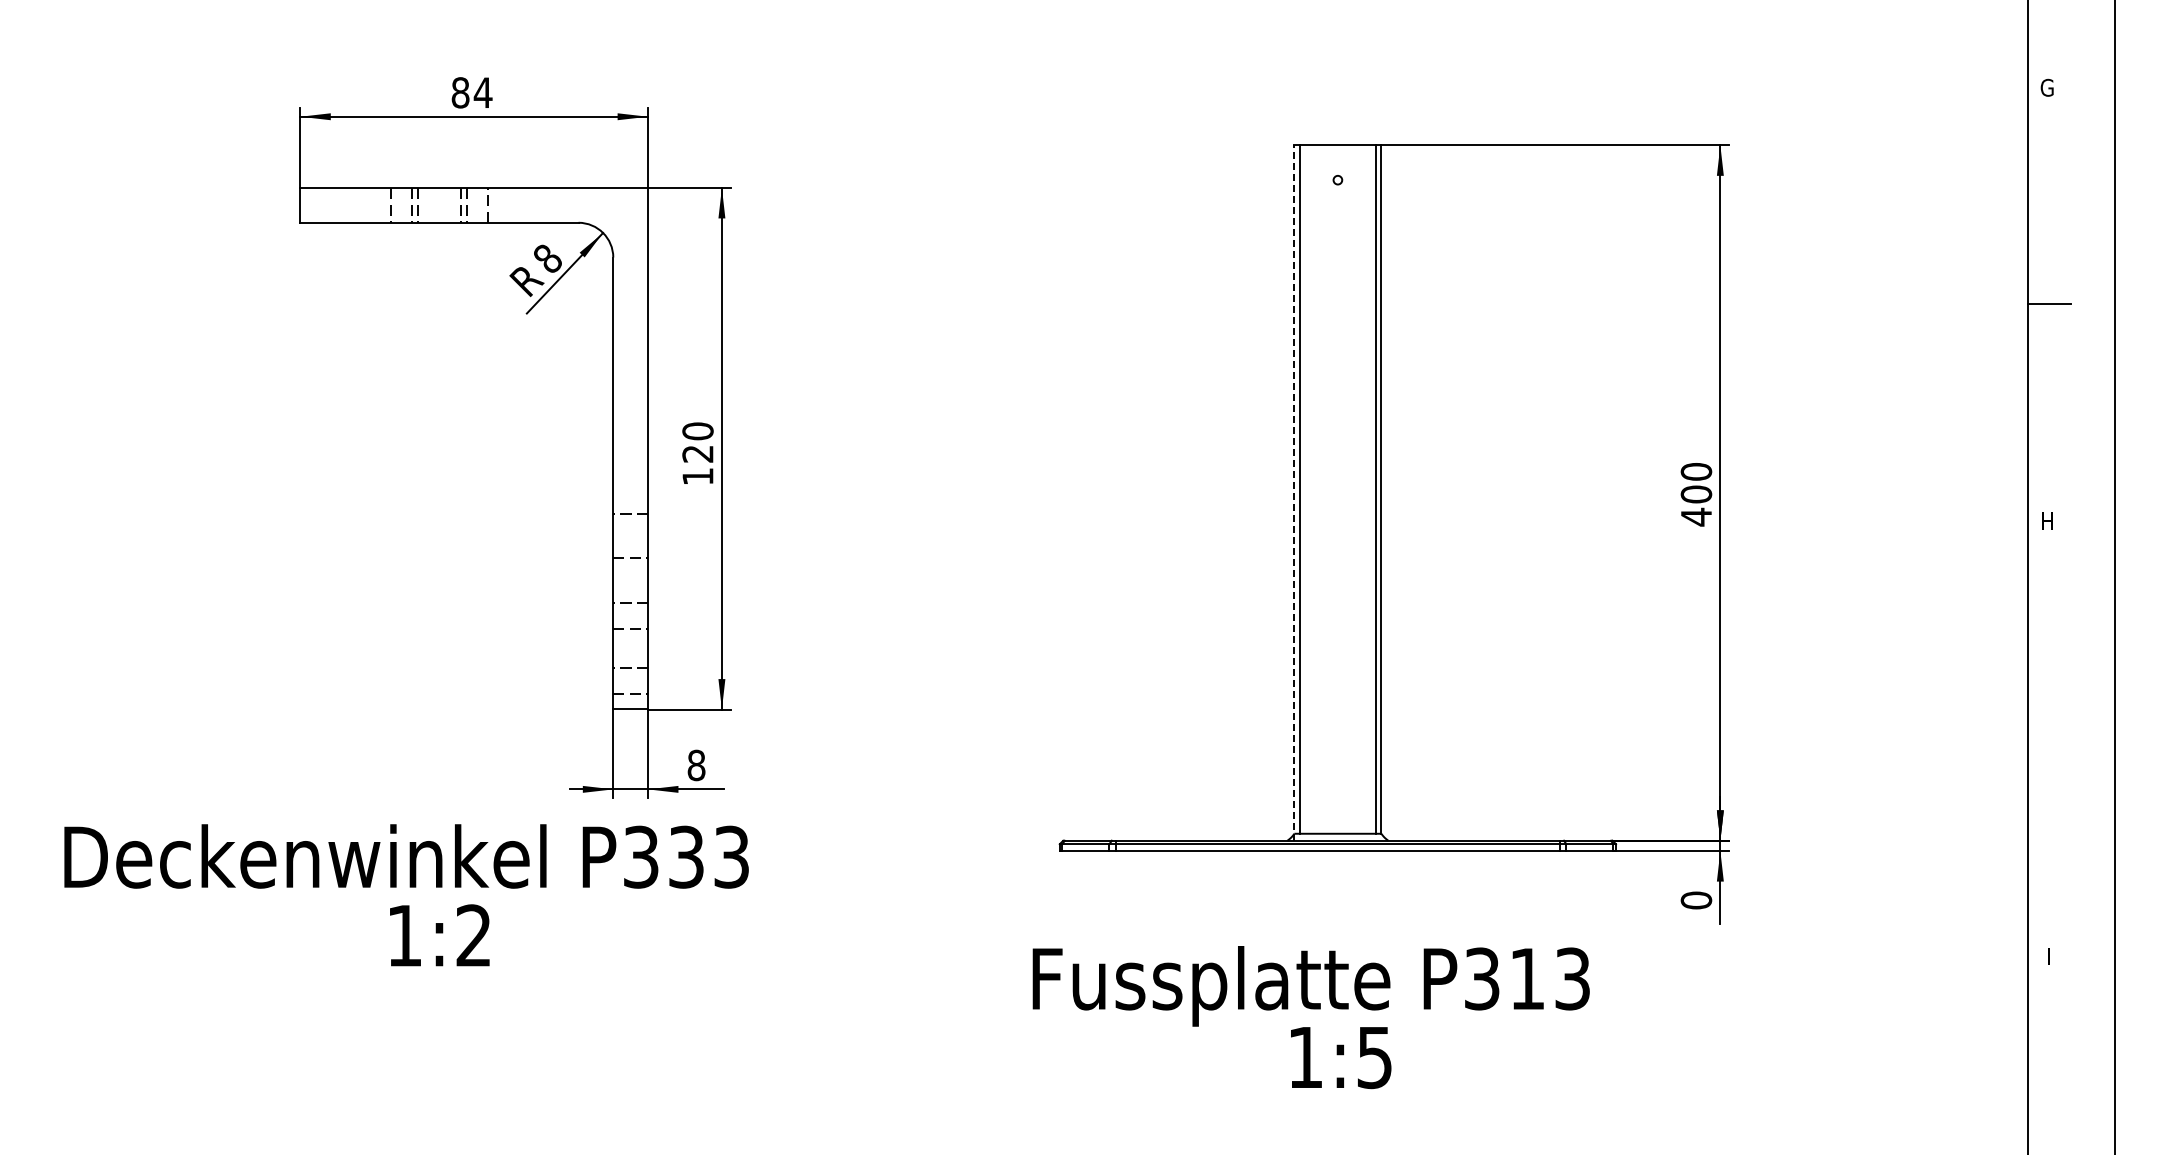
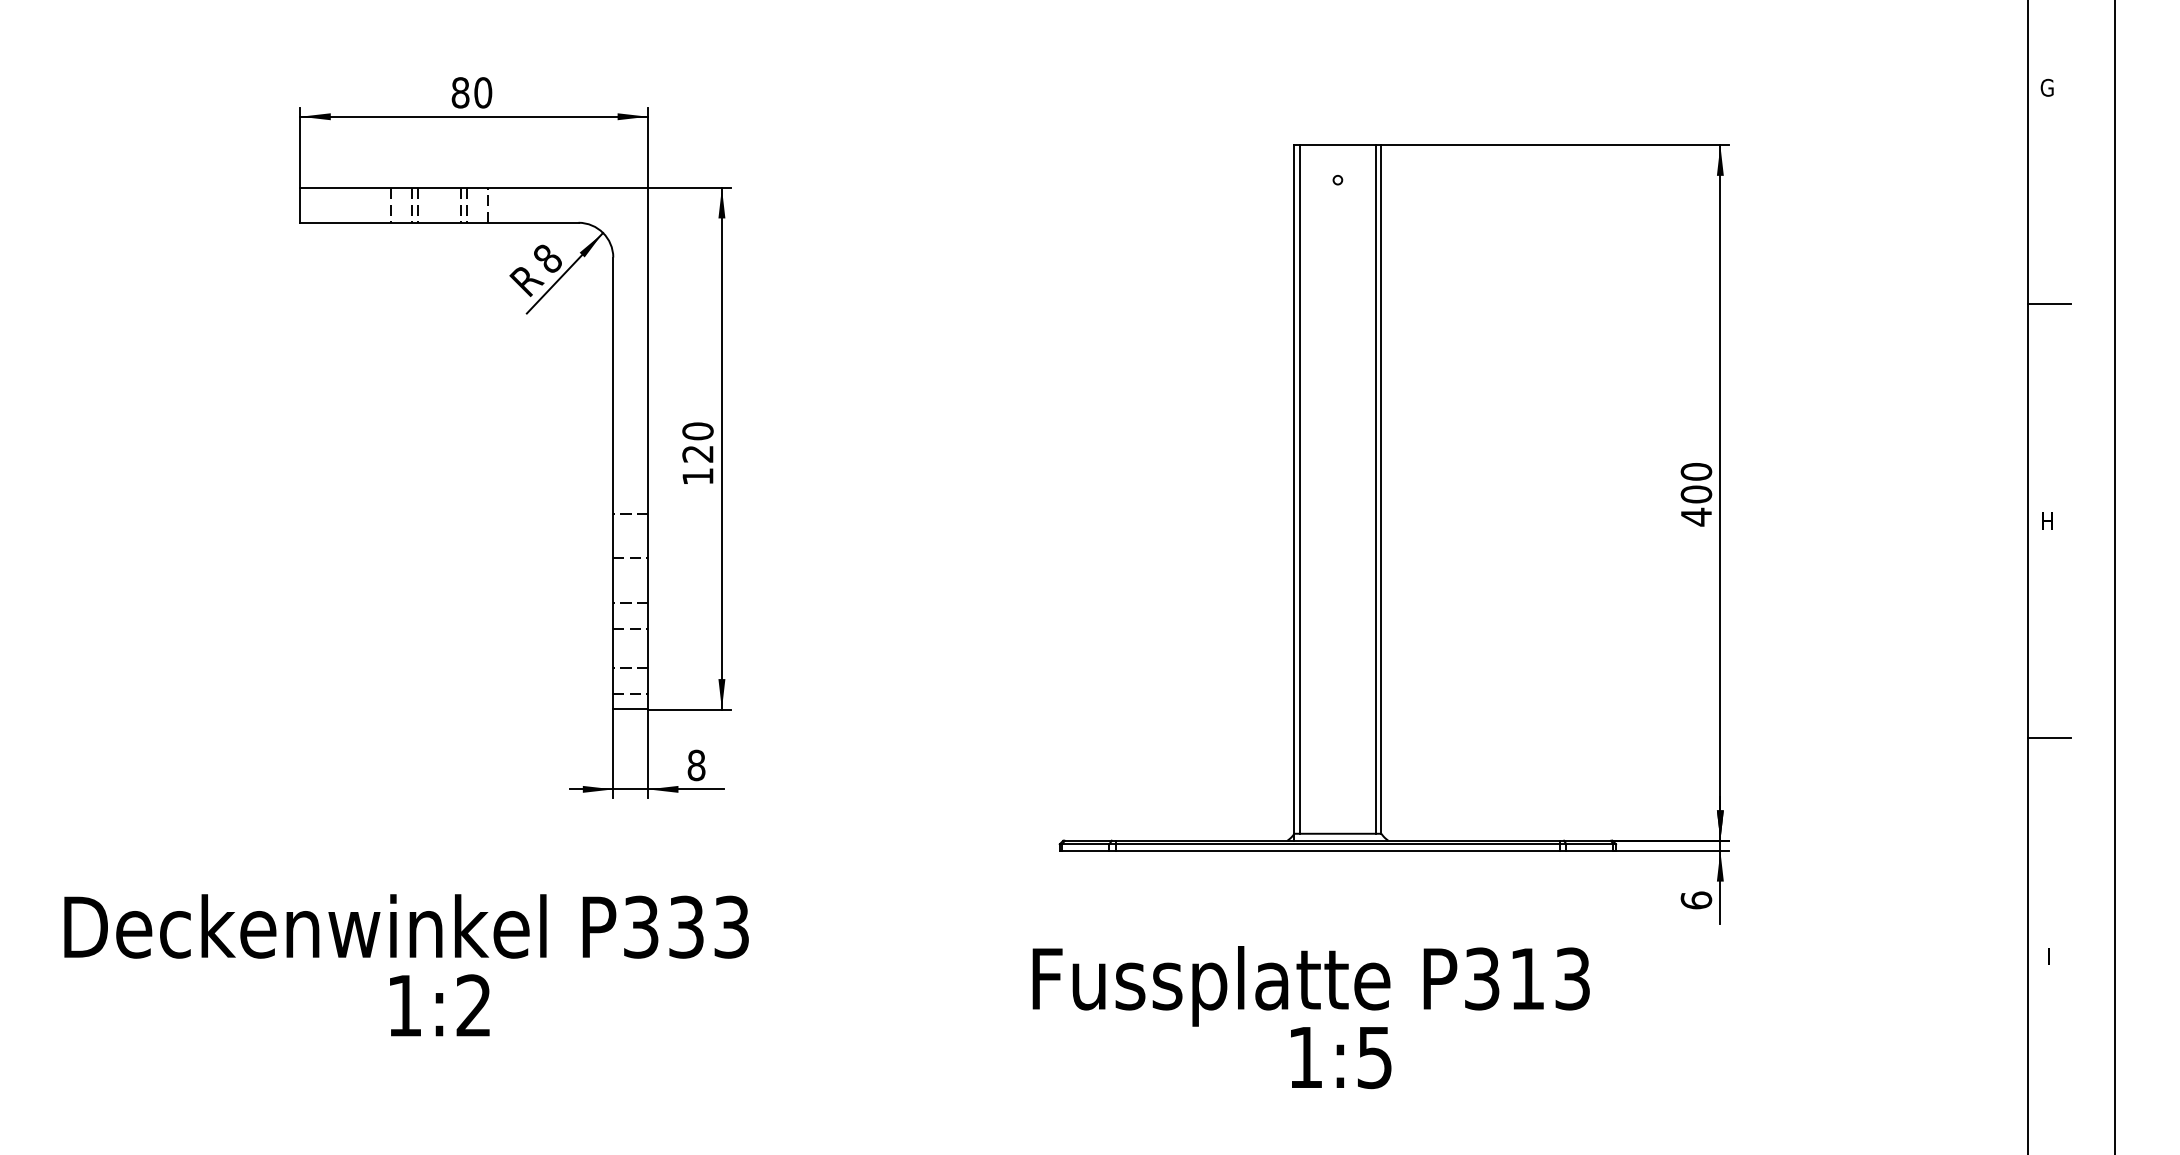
text at (482, 92): 84 -> 80
line at (1294, 493): dashed -> solid
line at (2049, 738): none -> present
text at (406, 895) position: (406, 895) -> (406, 965)
text at (1696, 900): 0 -> 6
